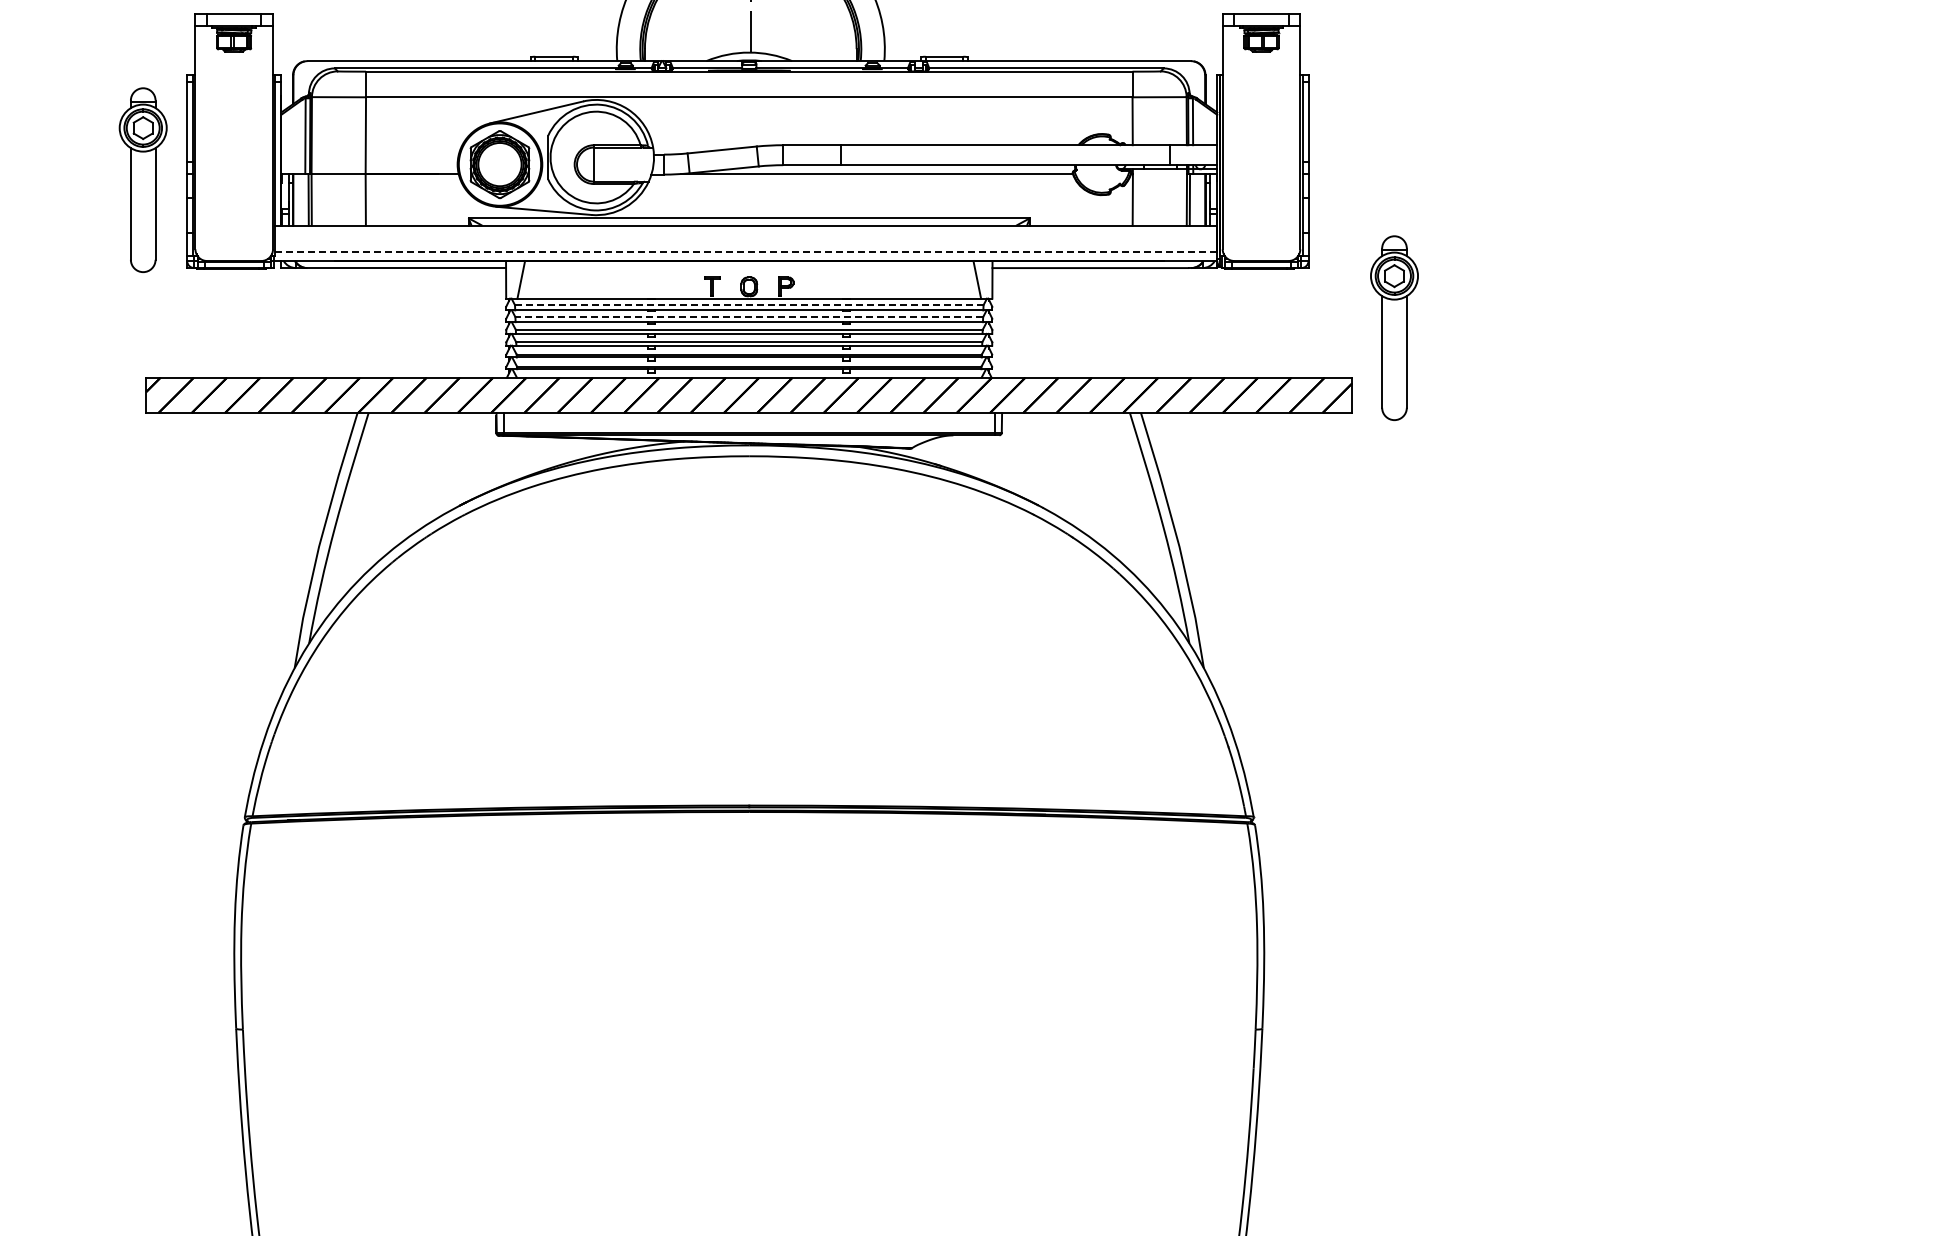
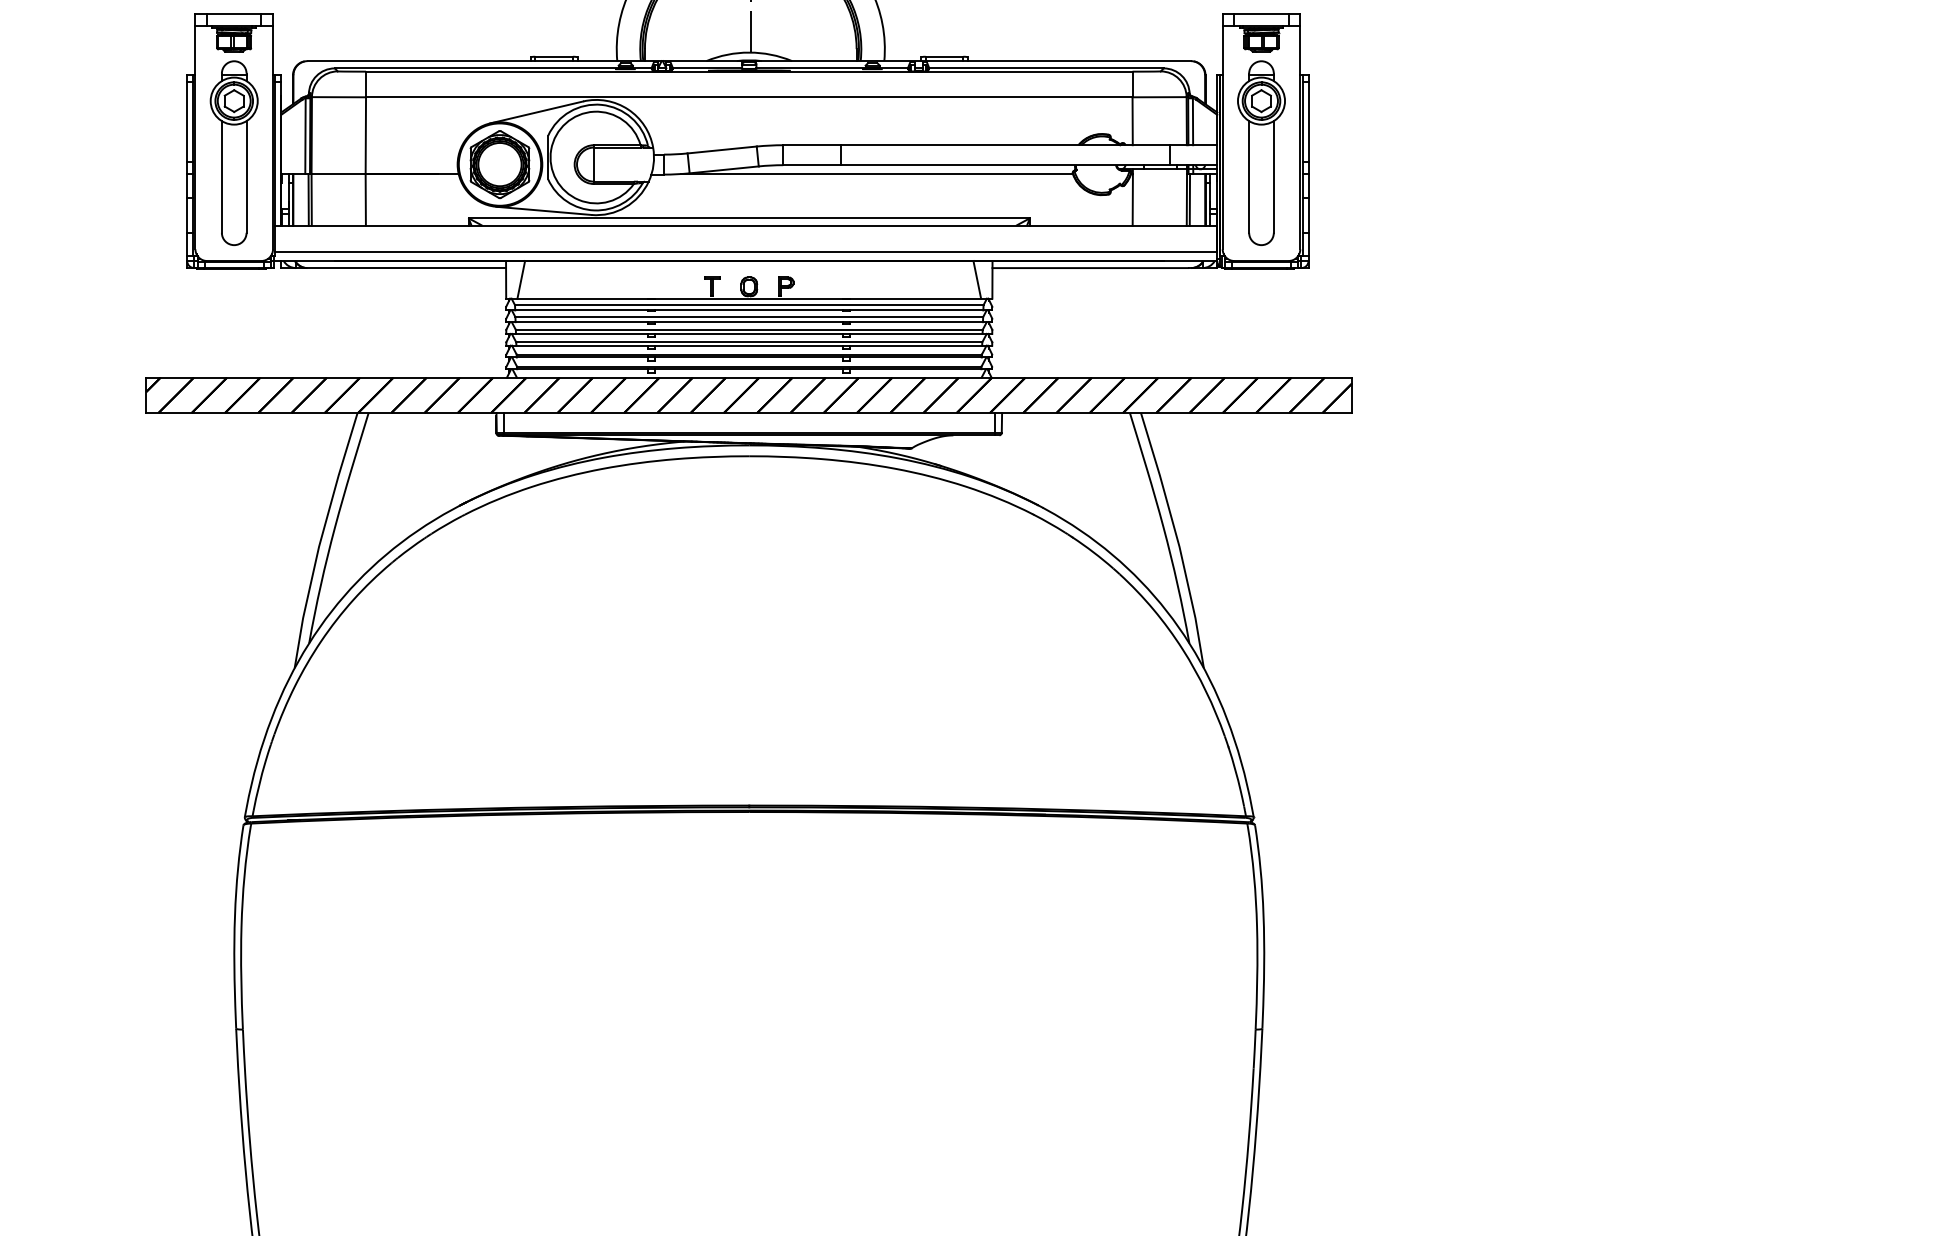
part at (142, 179) position: (142, 179) -> (233, 152)
line at (746, 251): dashed -> solid
line at (748, 305): dashed -> solid
line at (749, 317): dashed -> solid
part at (1394, 327) position: (1394, 327) -> (1261, 152)
